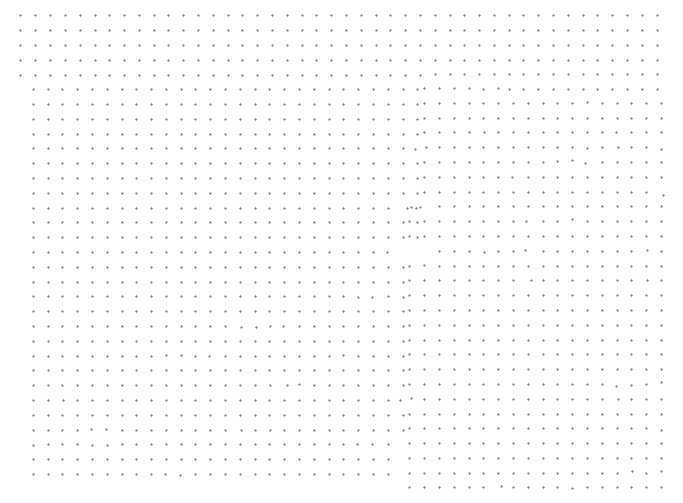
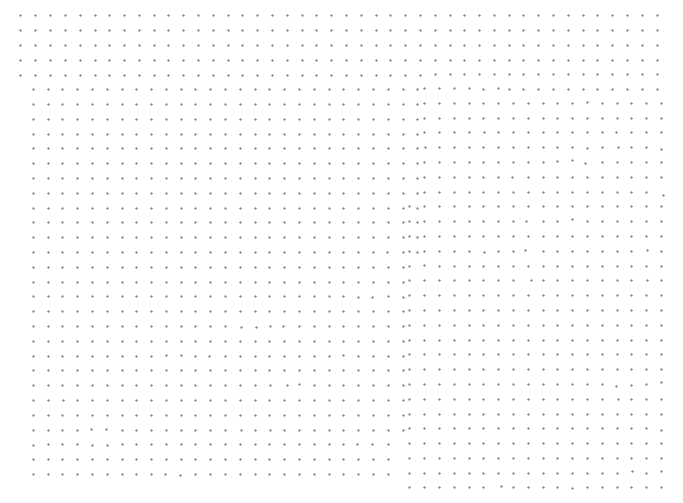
part at (420, 148) size: 14x5 px -> 11x4 px
part at (413, 207) size: 16x4 px -> 24x5 px
part at (413, 251): none -> present
part at (405, 399) size: 14x5 px -> 9x4 px
